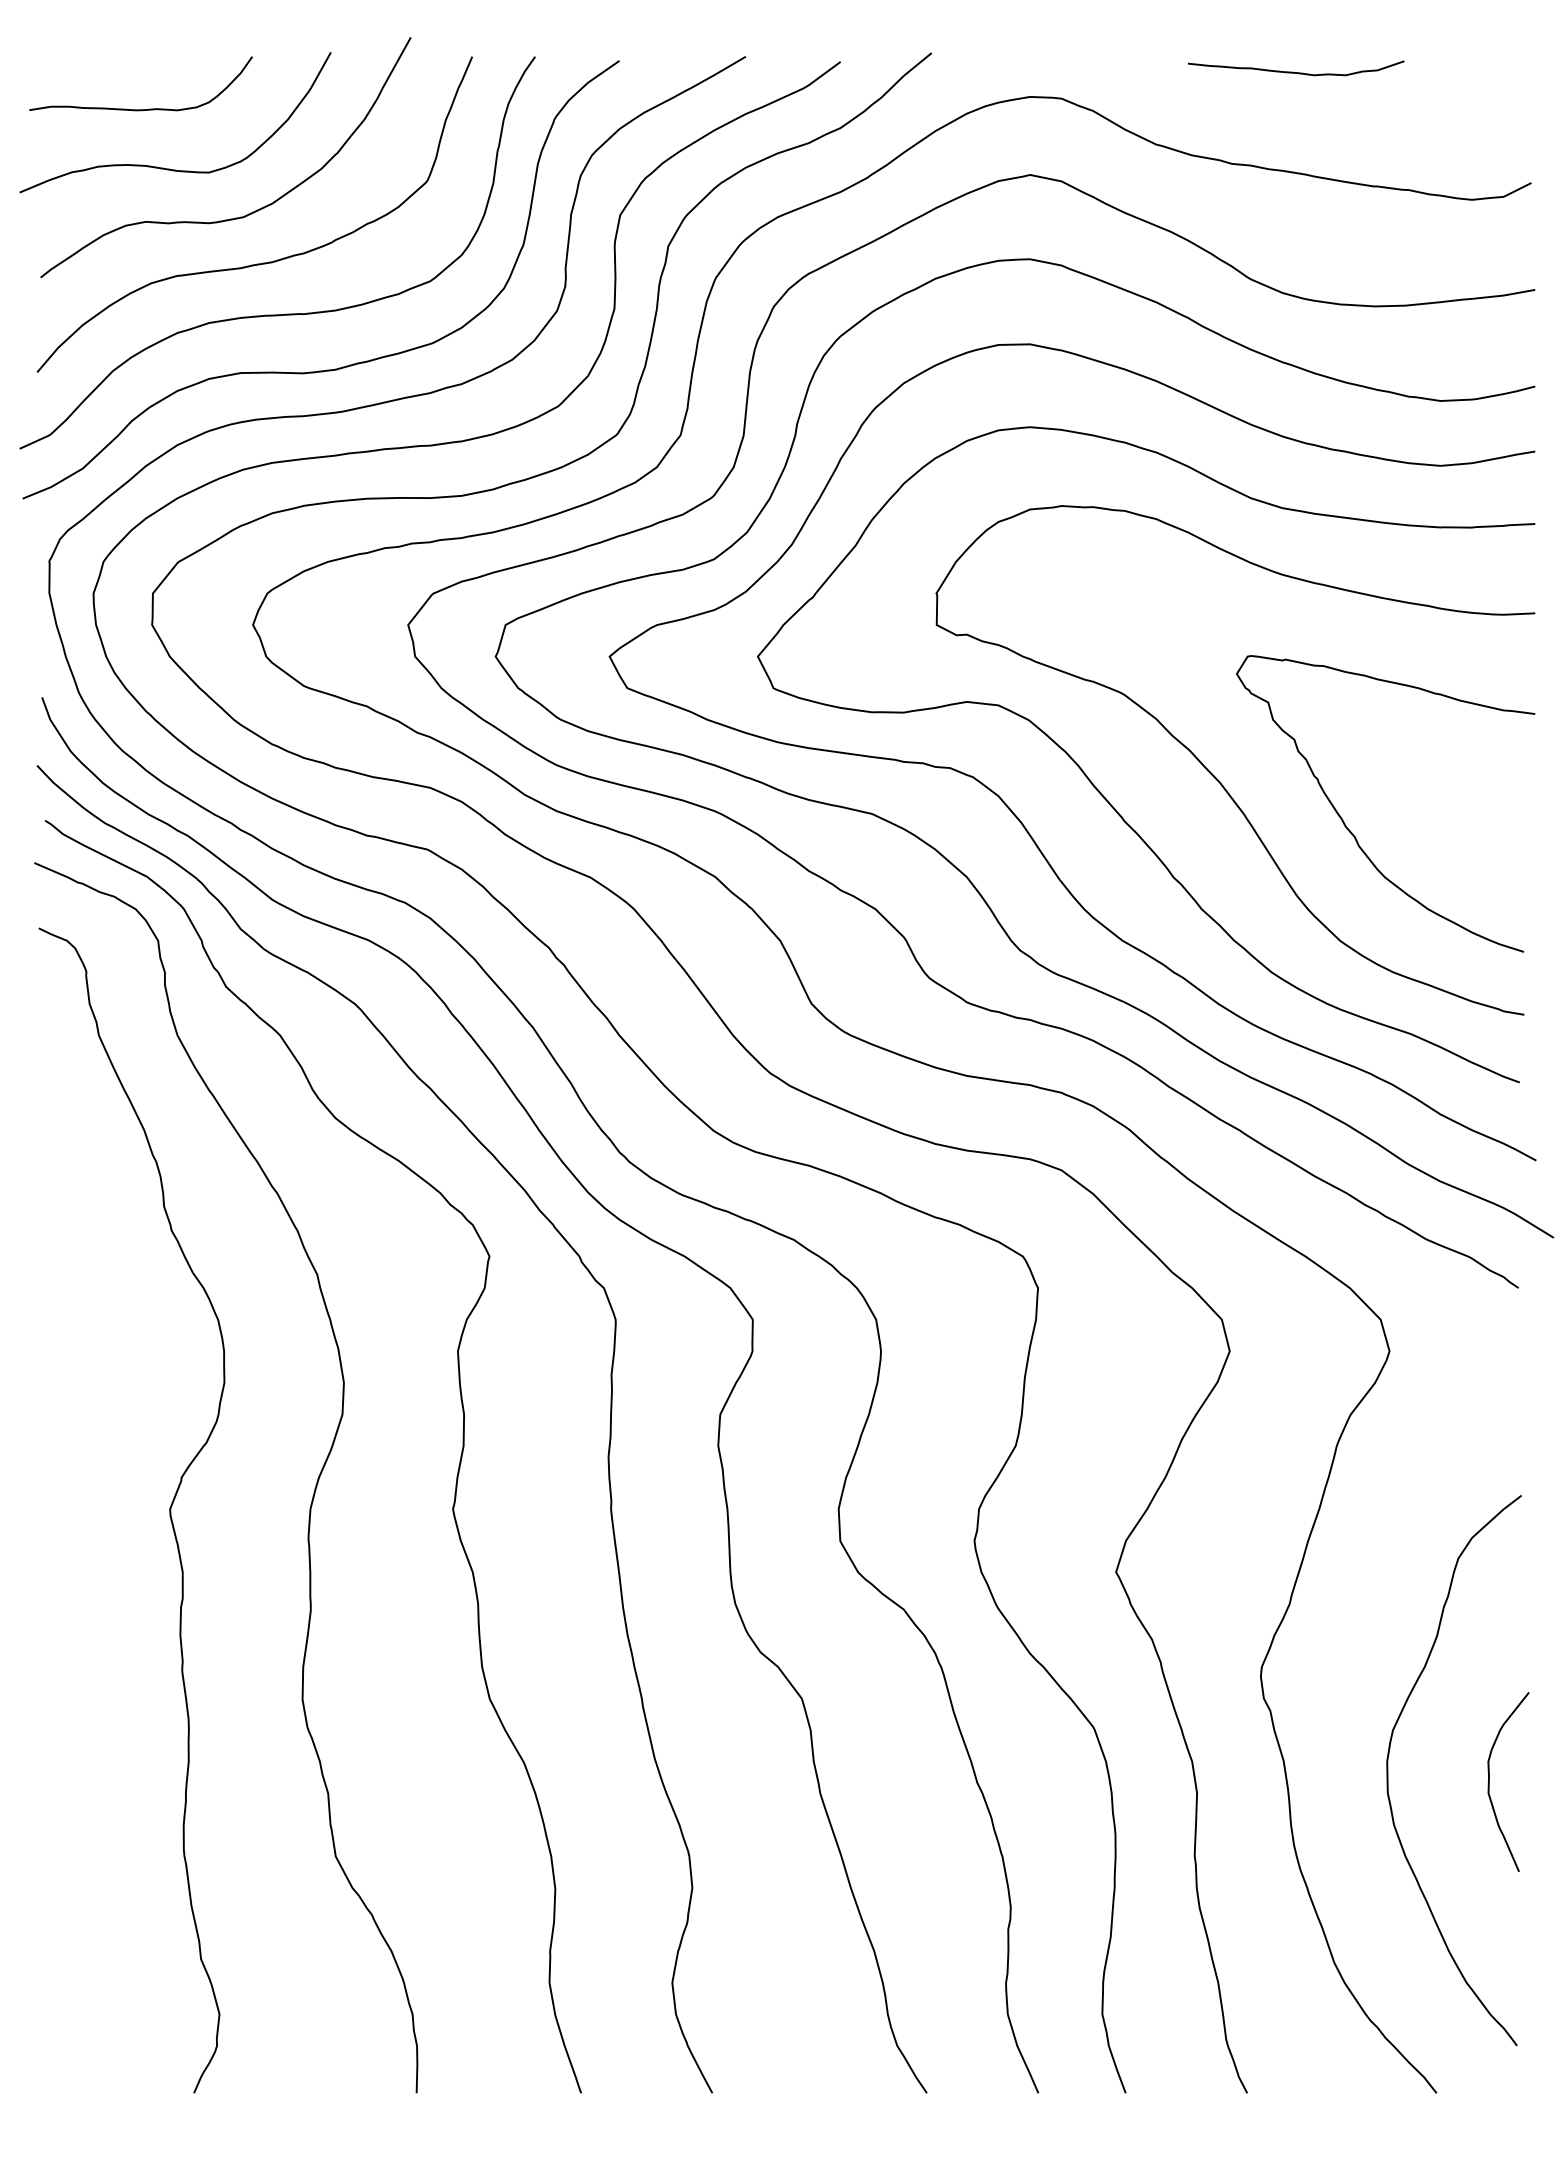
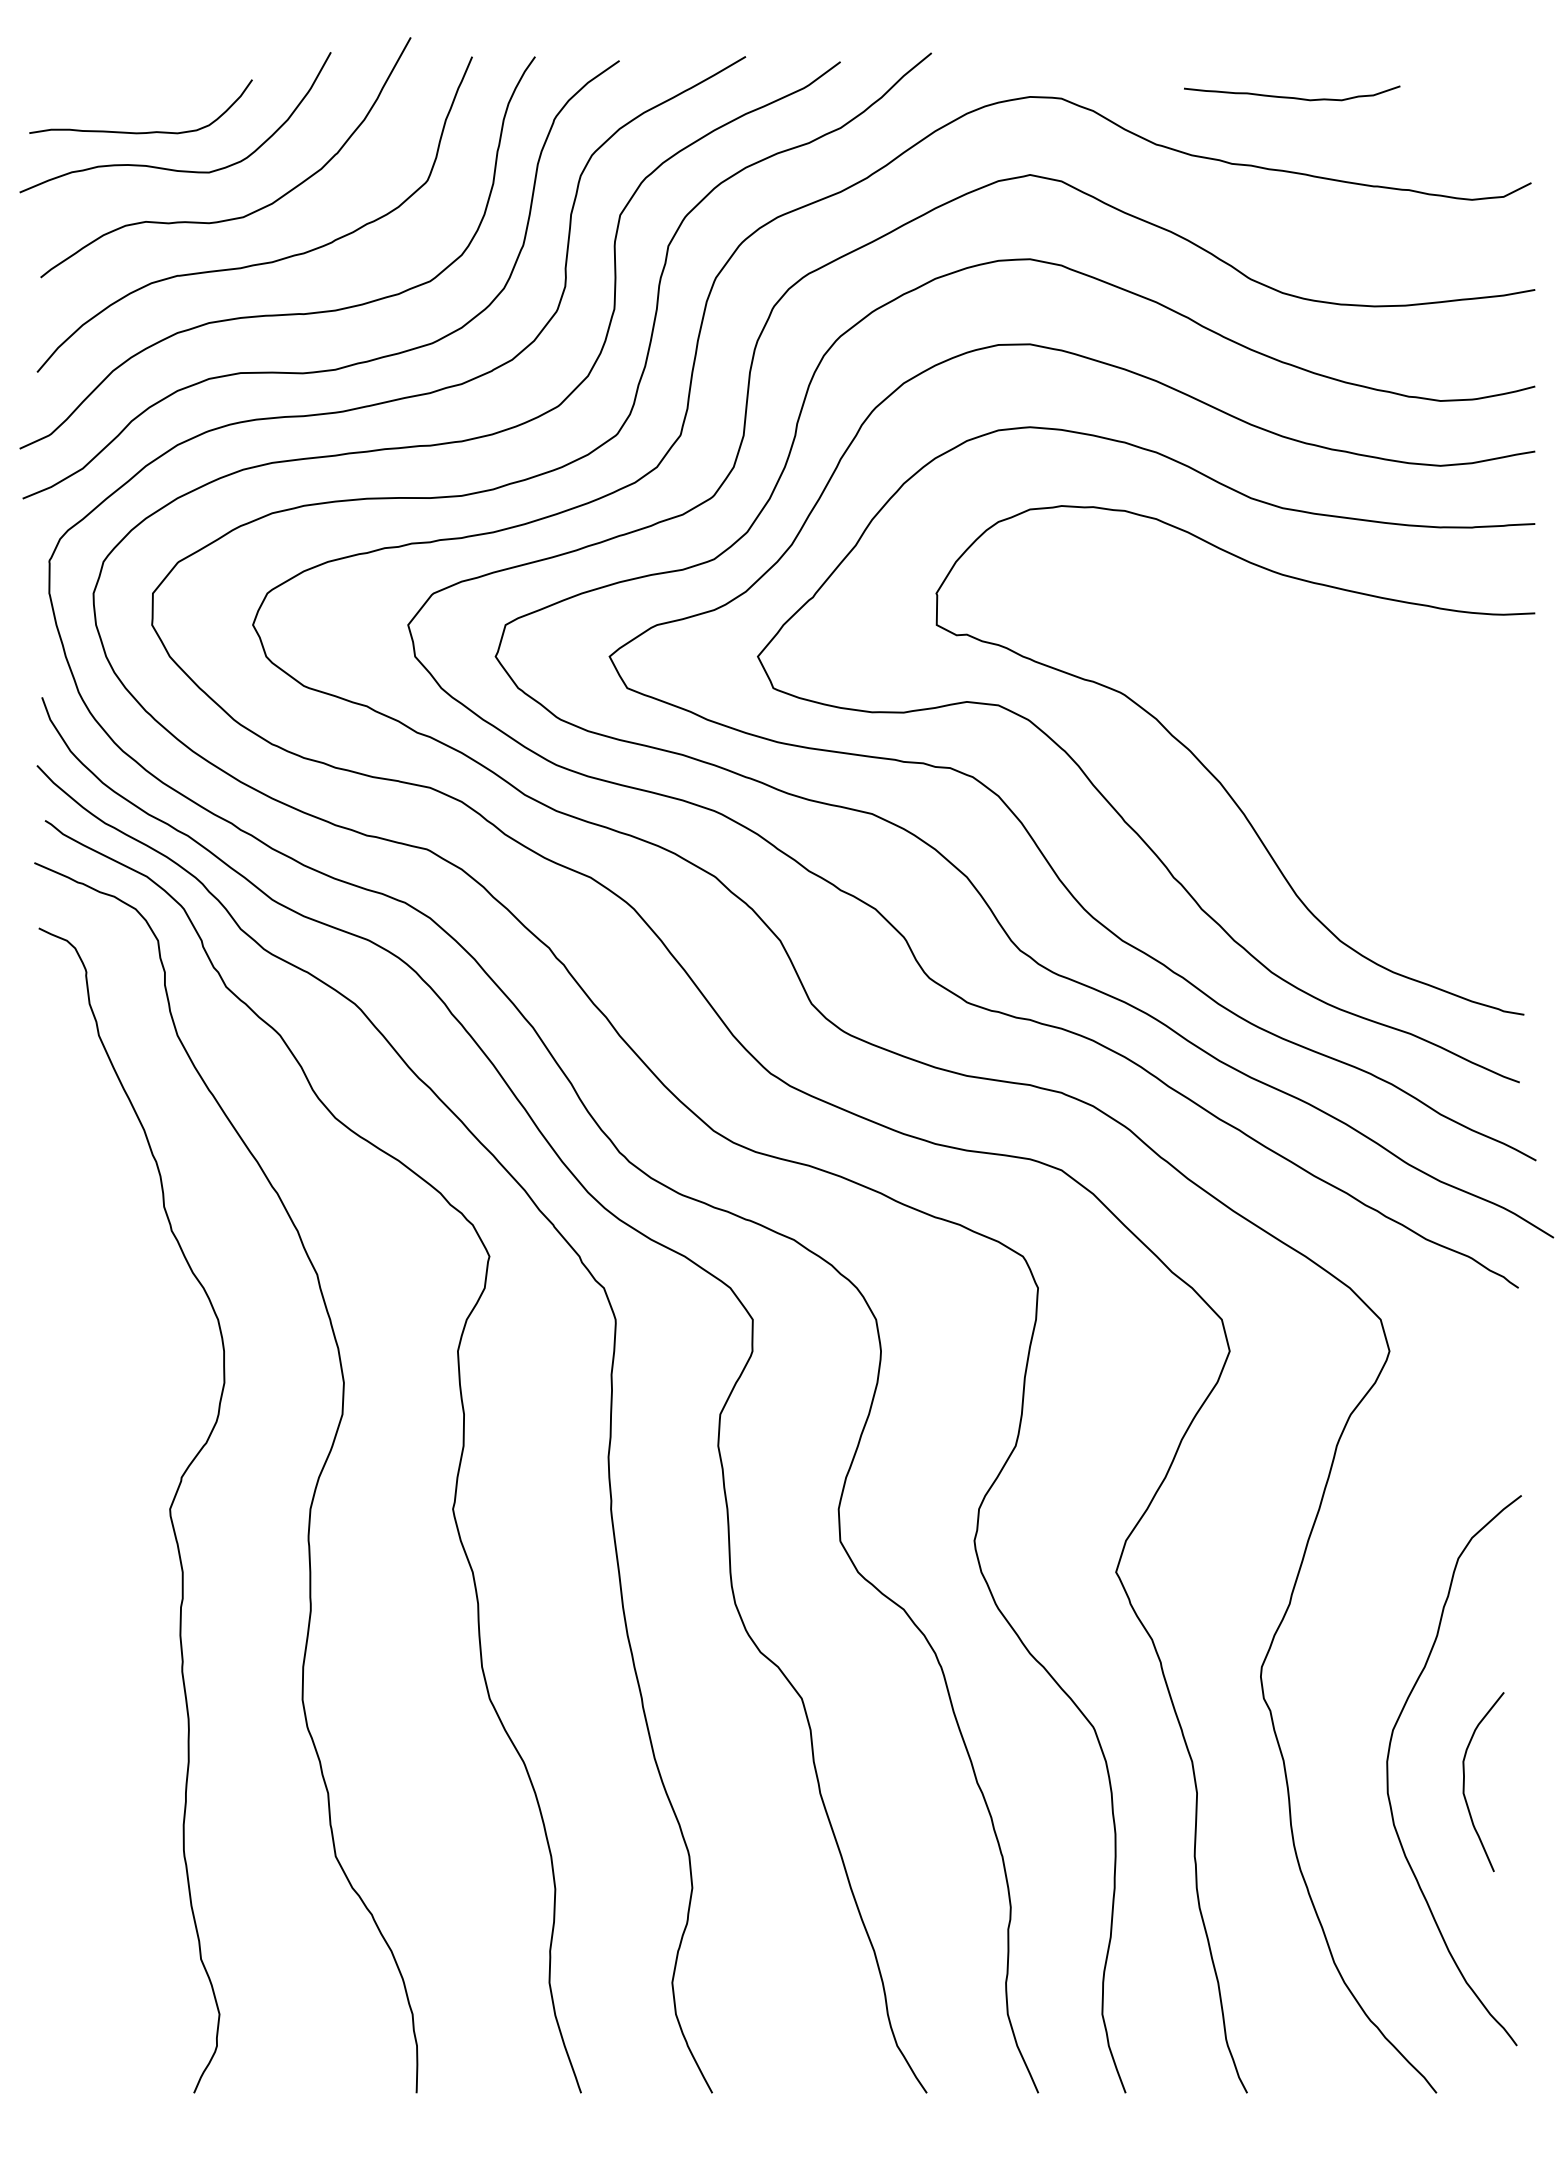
curve at (1296, 72) position: (1296, 72) -> (1292, 97)
curve at (140, 109) position: (140, 109) -> (140, 132)
curve at (1352, 832): present -> none
curve at (1489, 1782) position: (1489, 1782) -> (1464, 1782)
